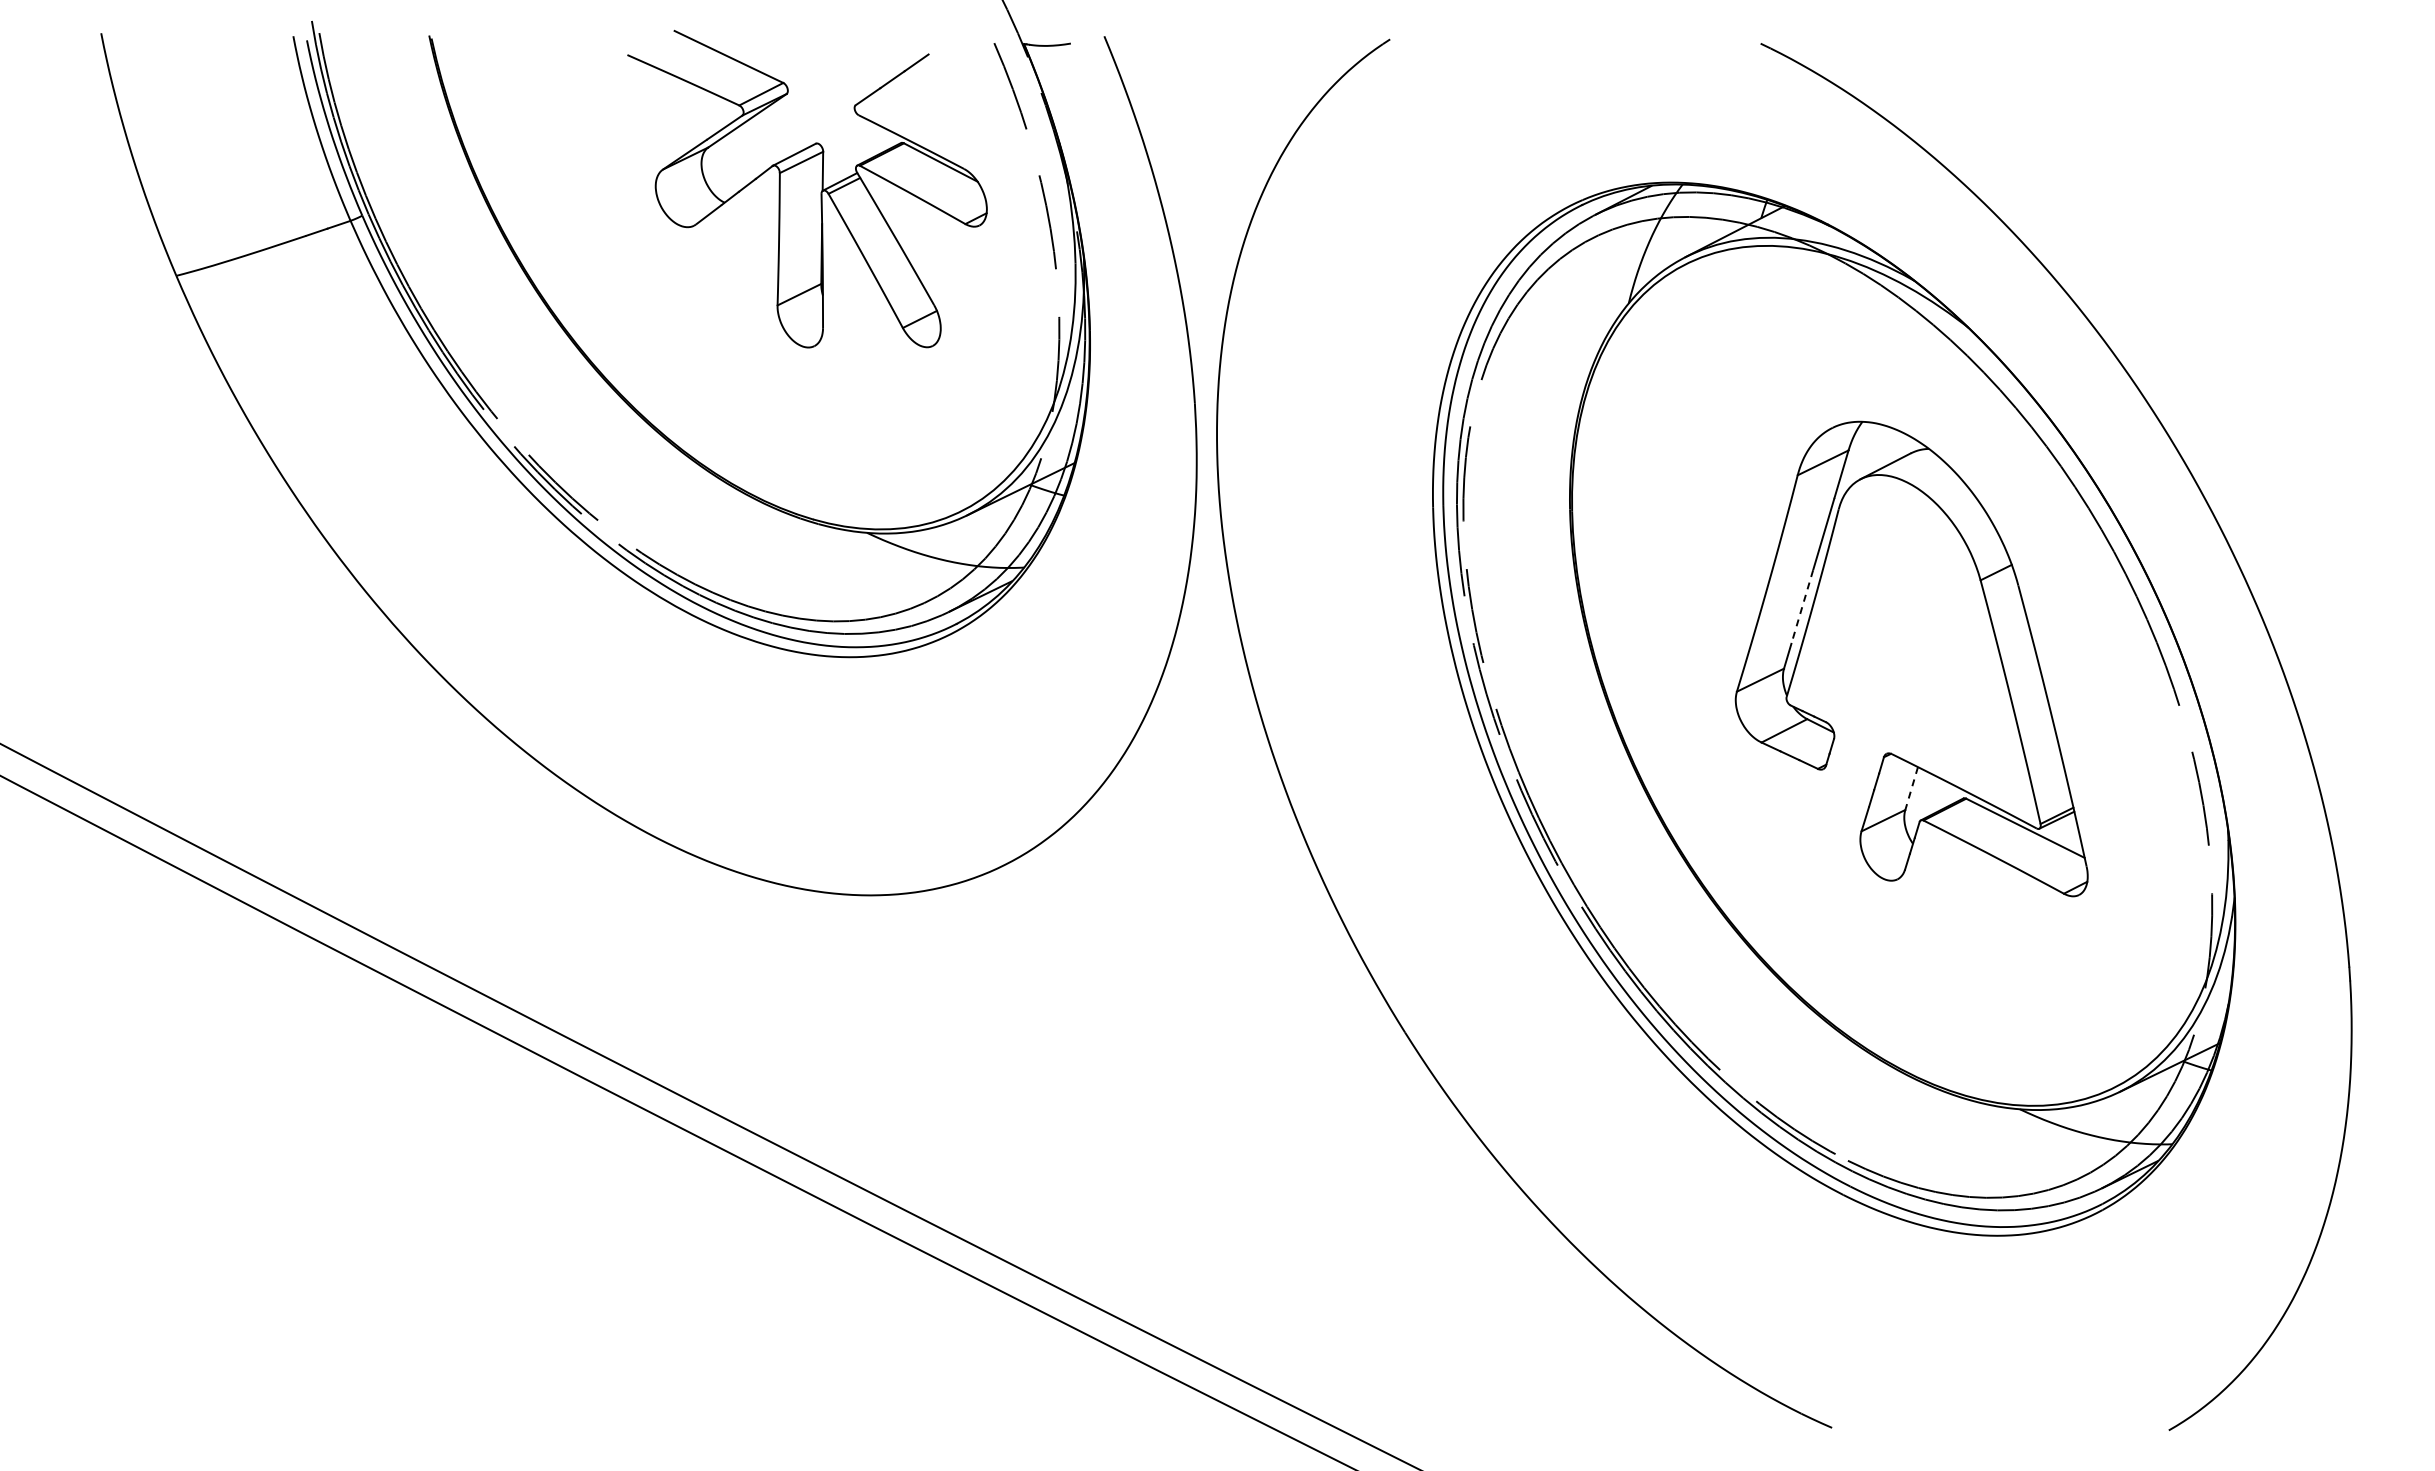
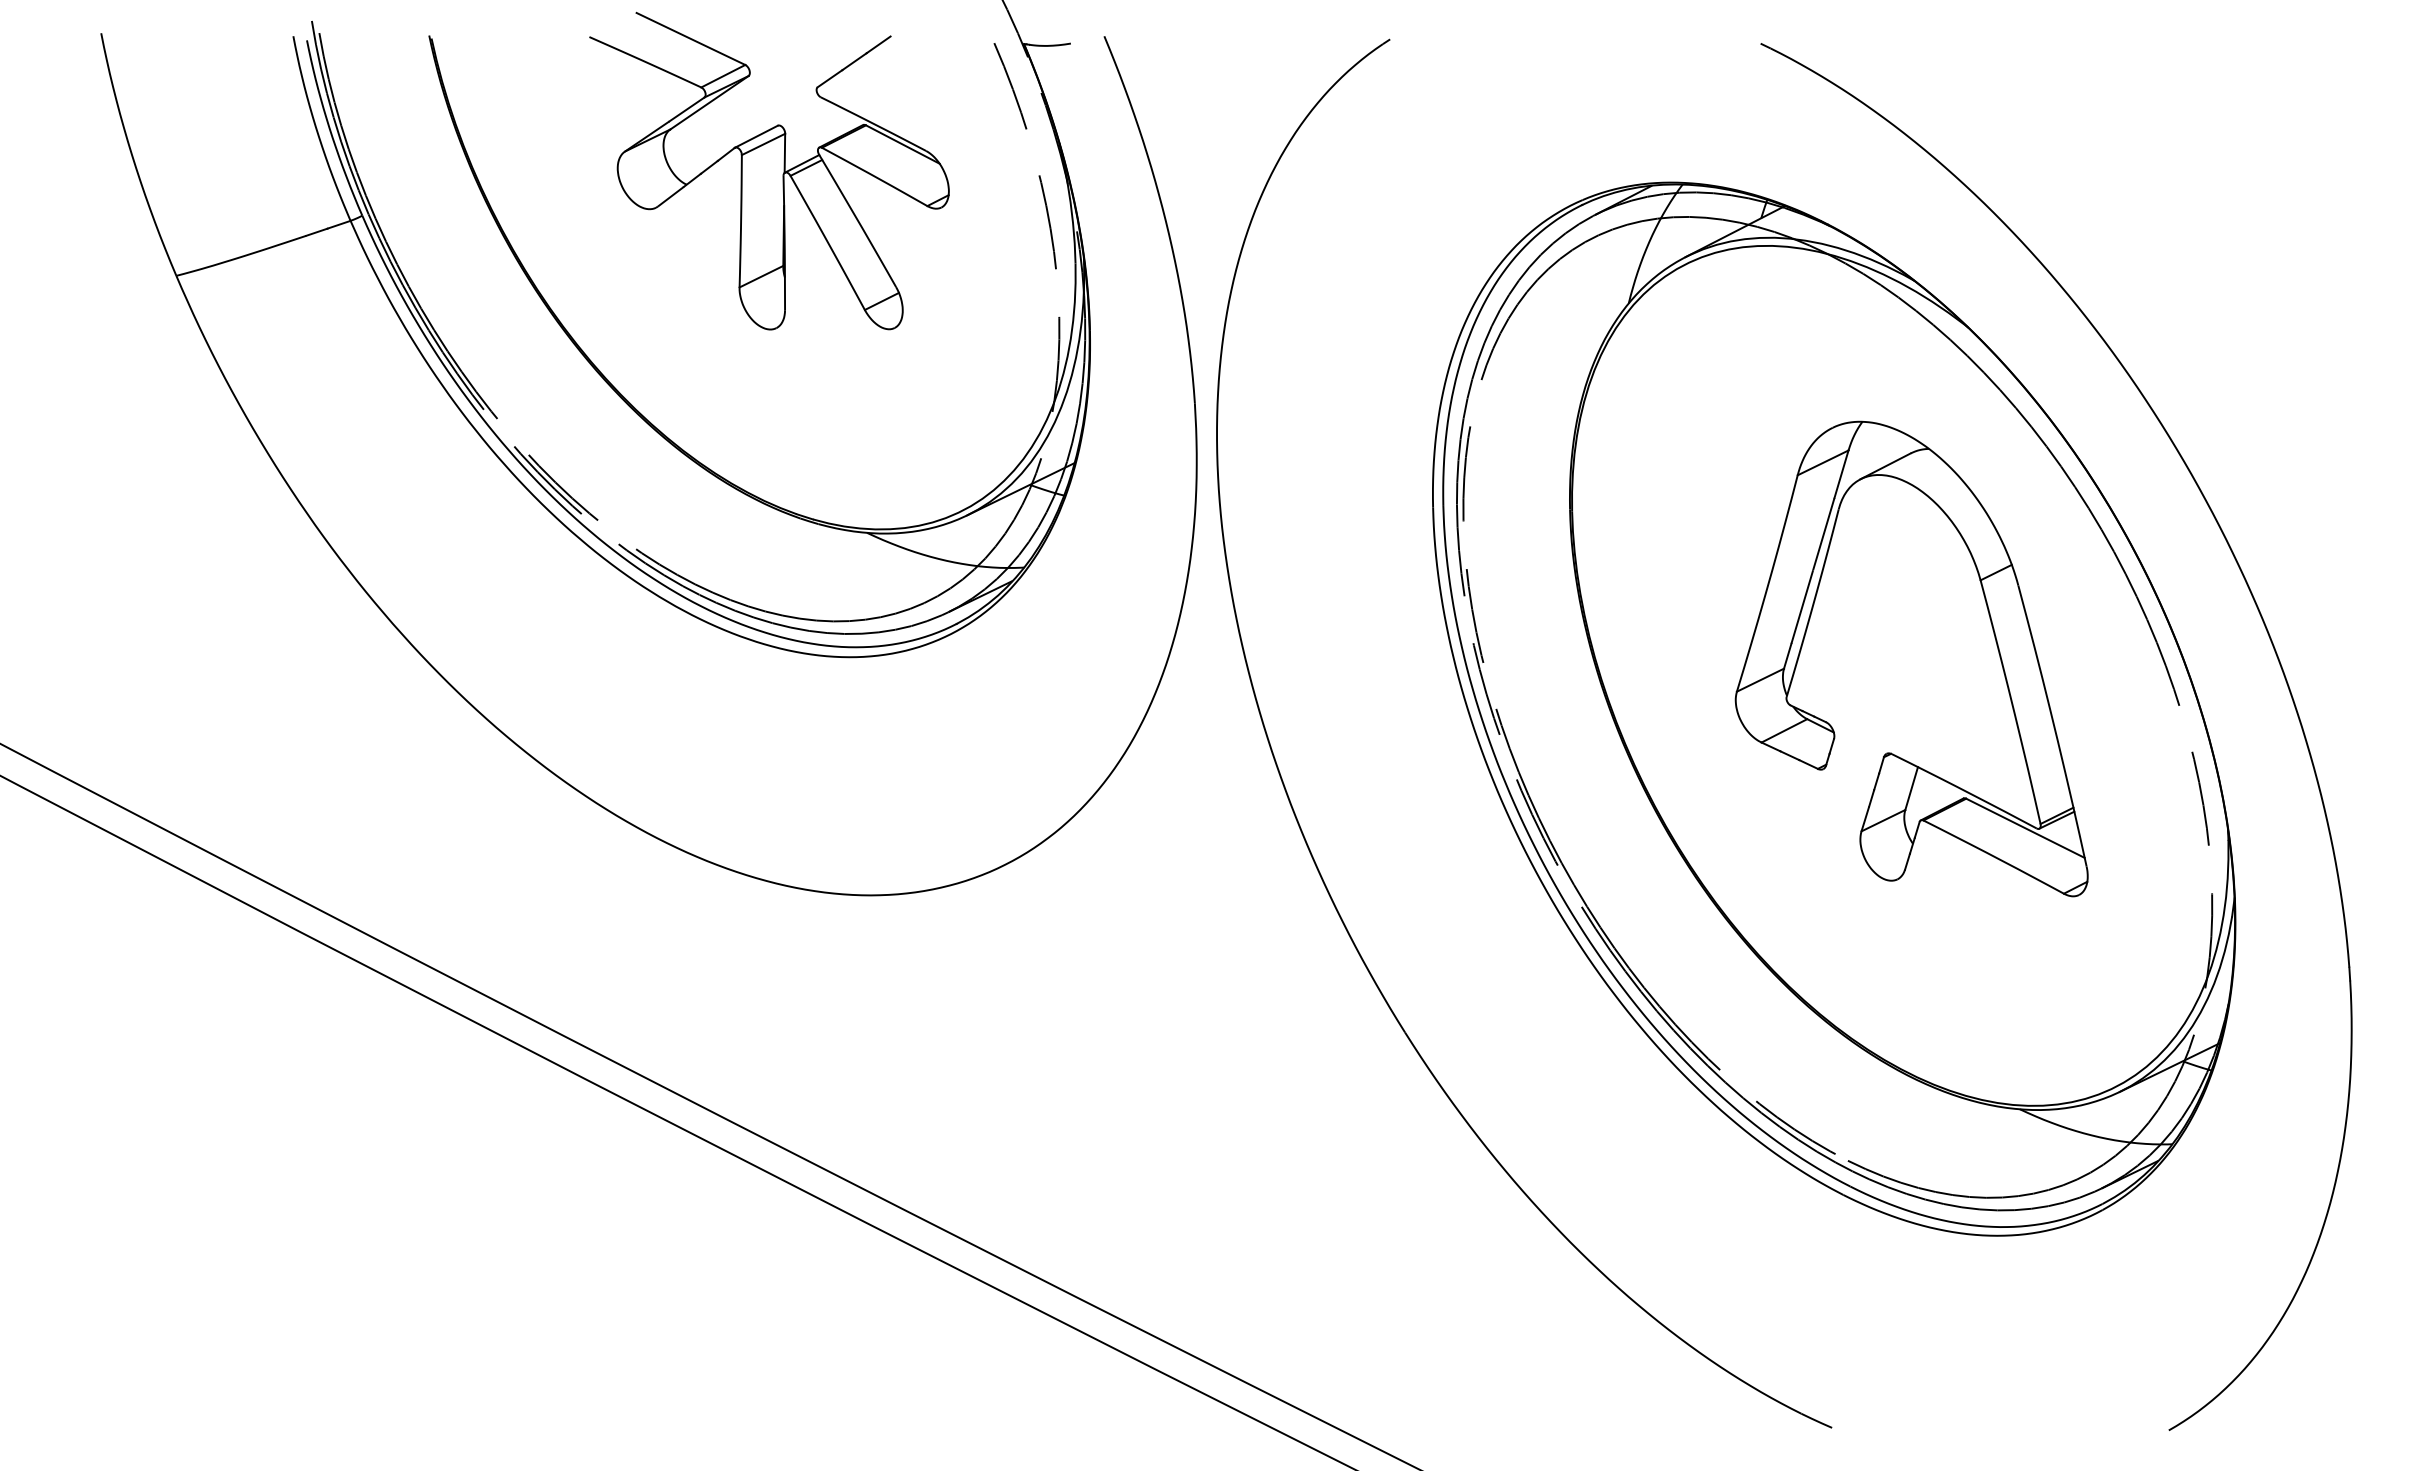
part at (807, 188) position: (807, 188) -> (769, 170)
line at (1802, 606): dashed -> solid
line at (1911, 789): dashed -> solid
